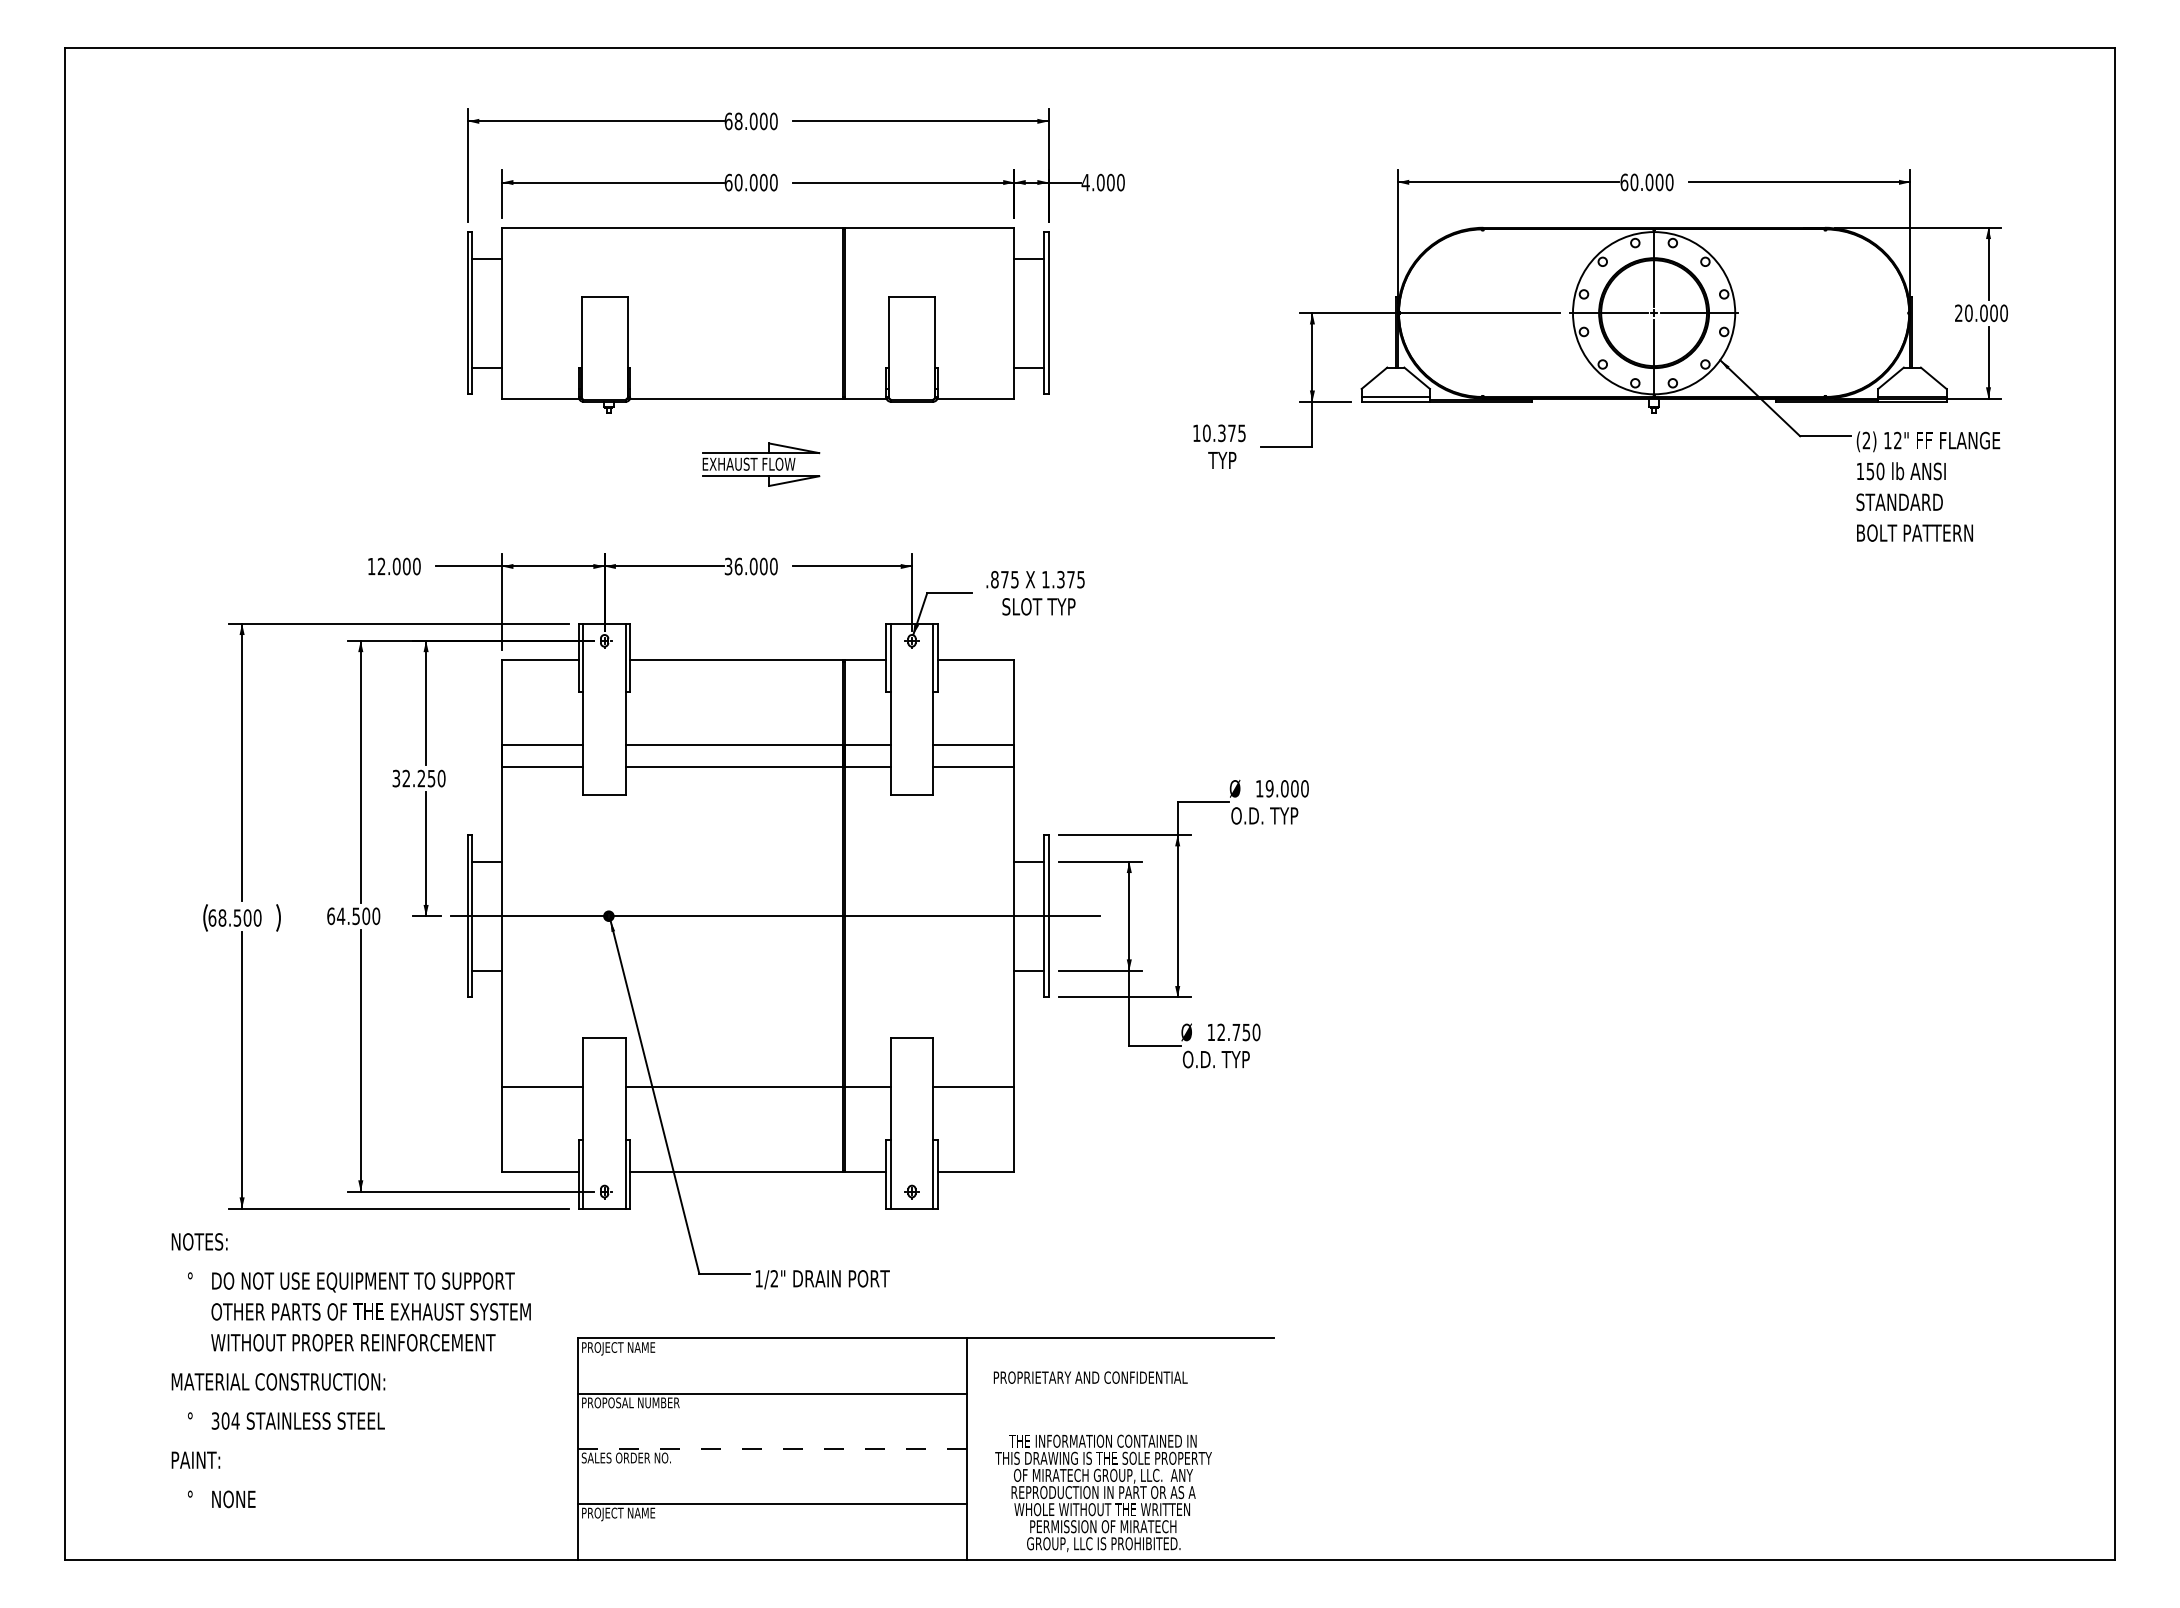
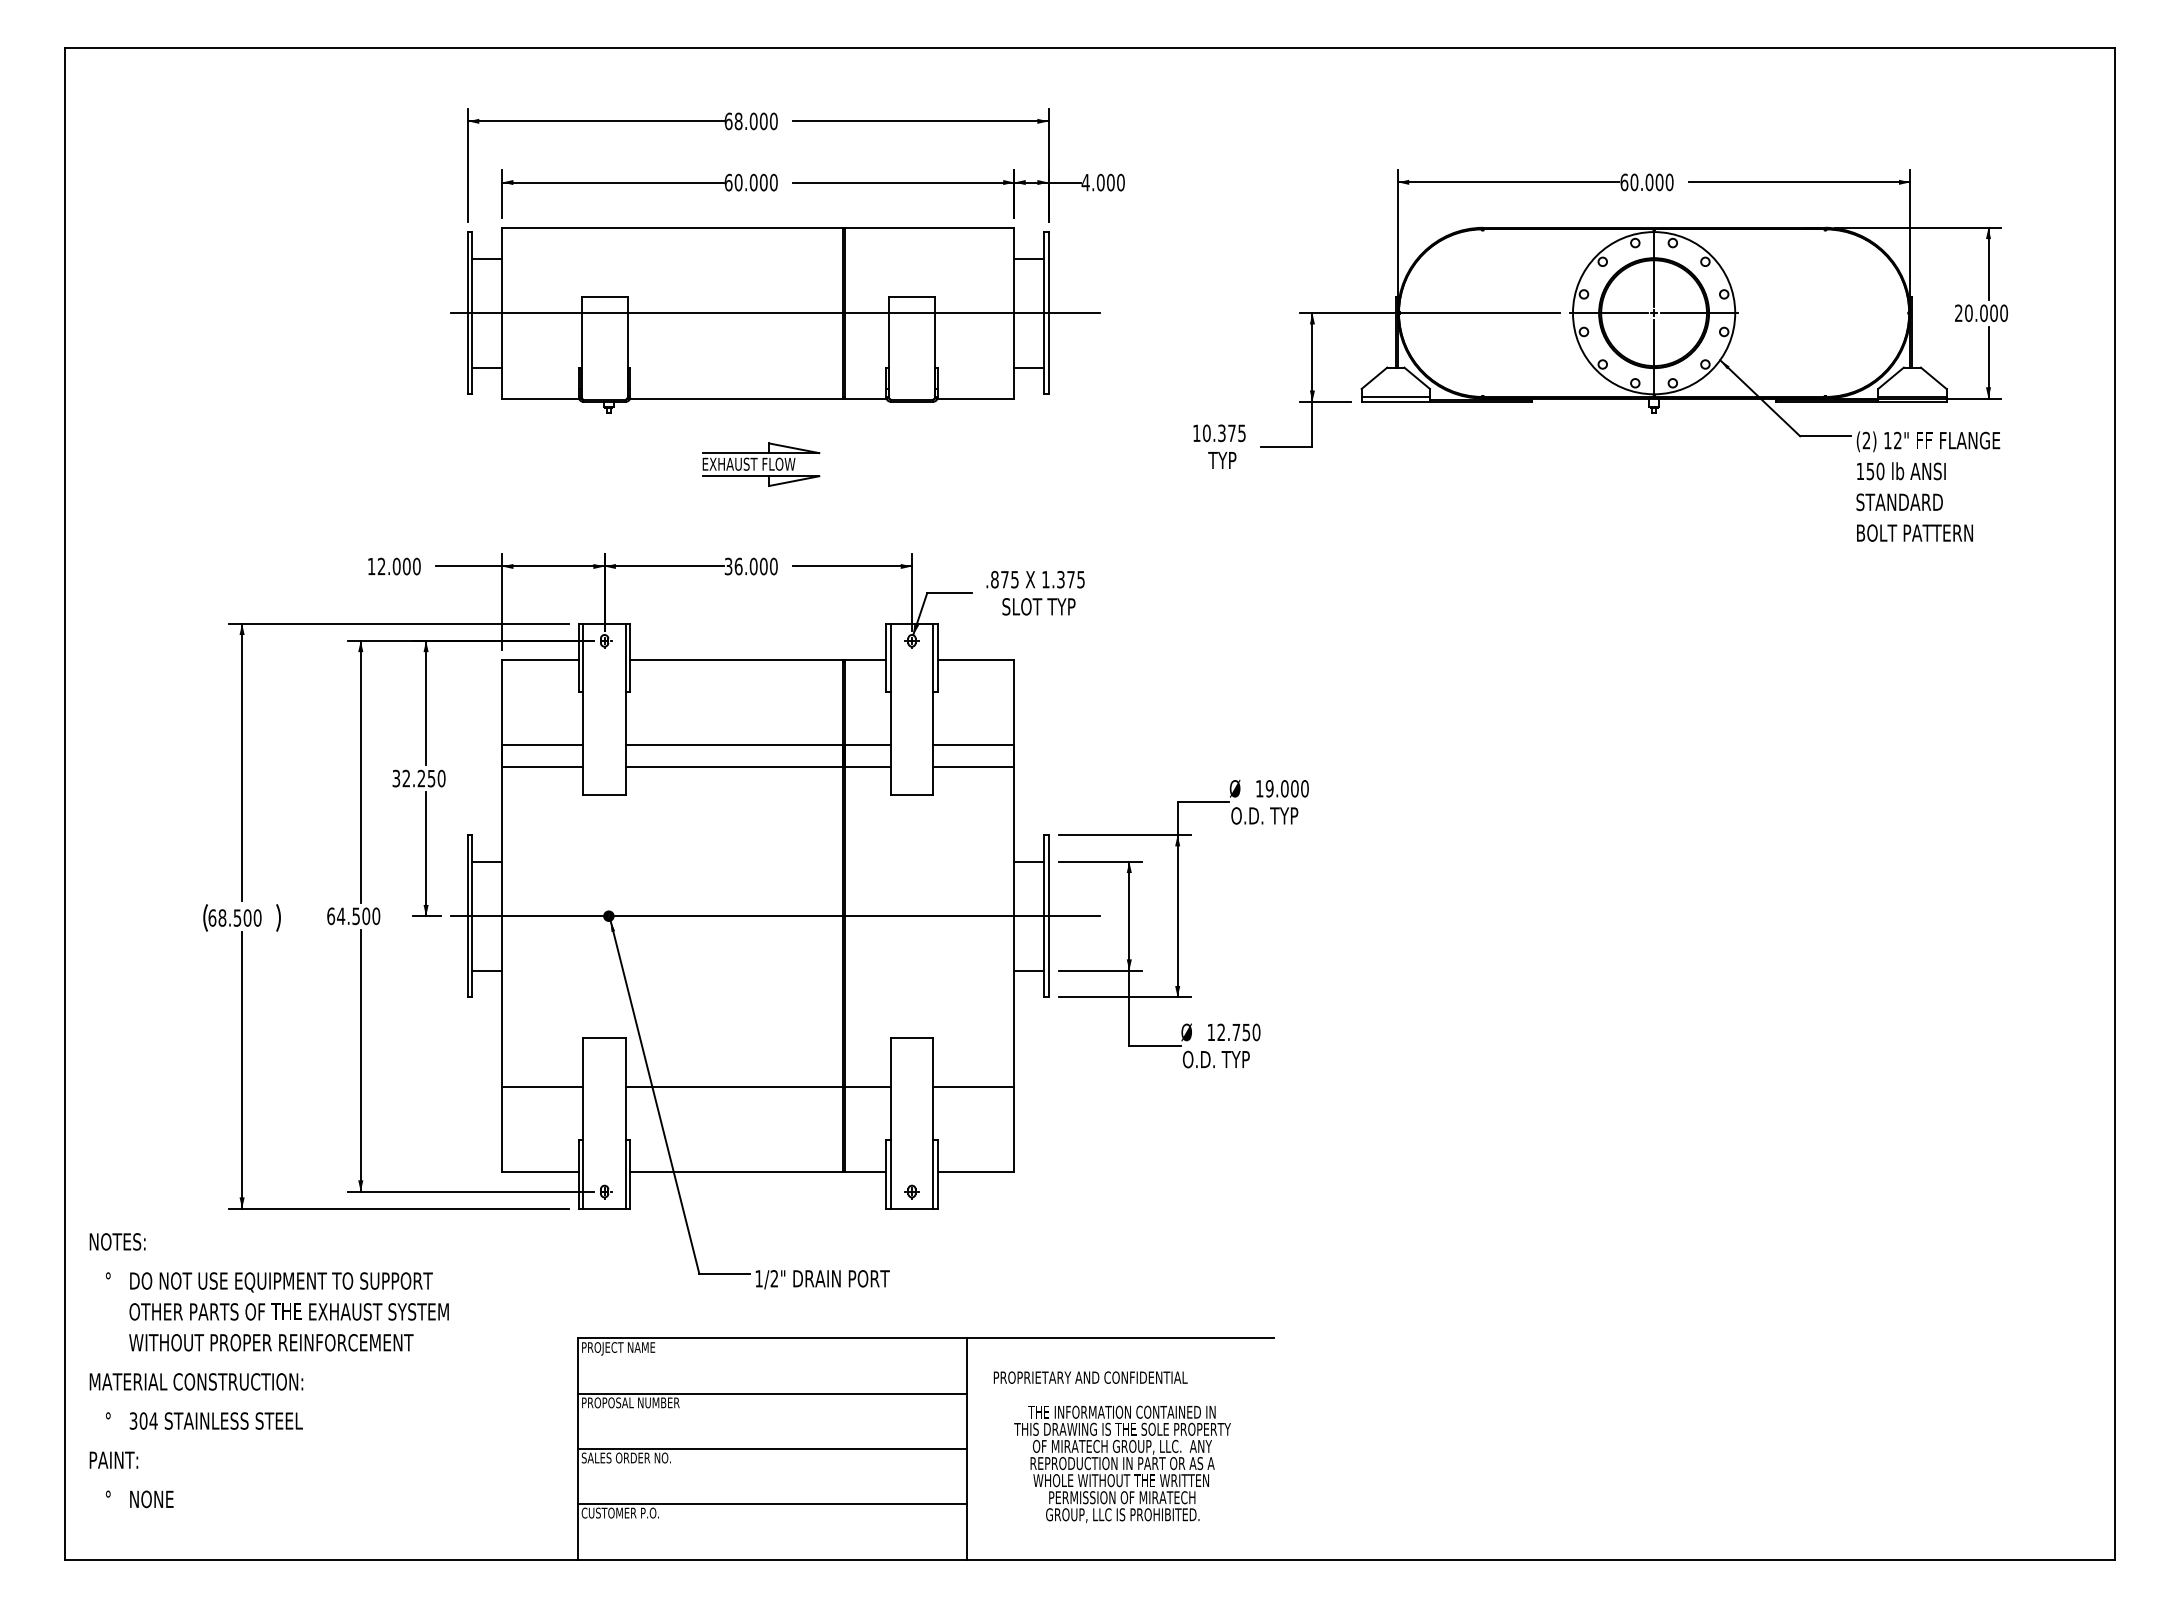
line at (774, 313): none -> present
text at (350, 1370) position: (350, 1370) -> (268, 1370)
line at (772, 1448): dashed -> solid
text at (1103, 1493) position: (1103, 1493) -> (1122, 1464)
text at (619, 1514): PROJECT NAME -> CUSTOMER P.O.
